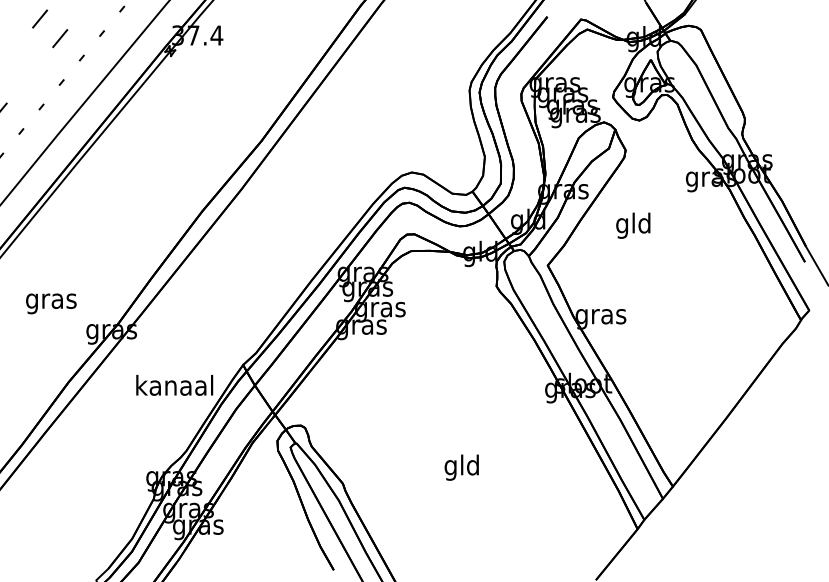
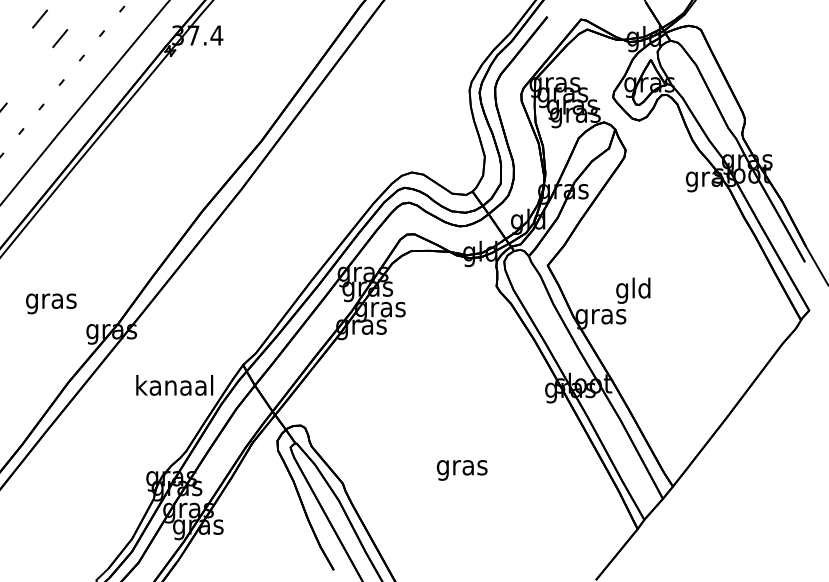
text at (633, 225) position: (633, 225) -> (633, 290)
text at (461, 467): gld -> gras
